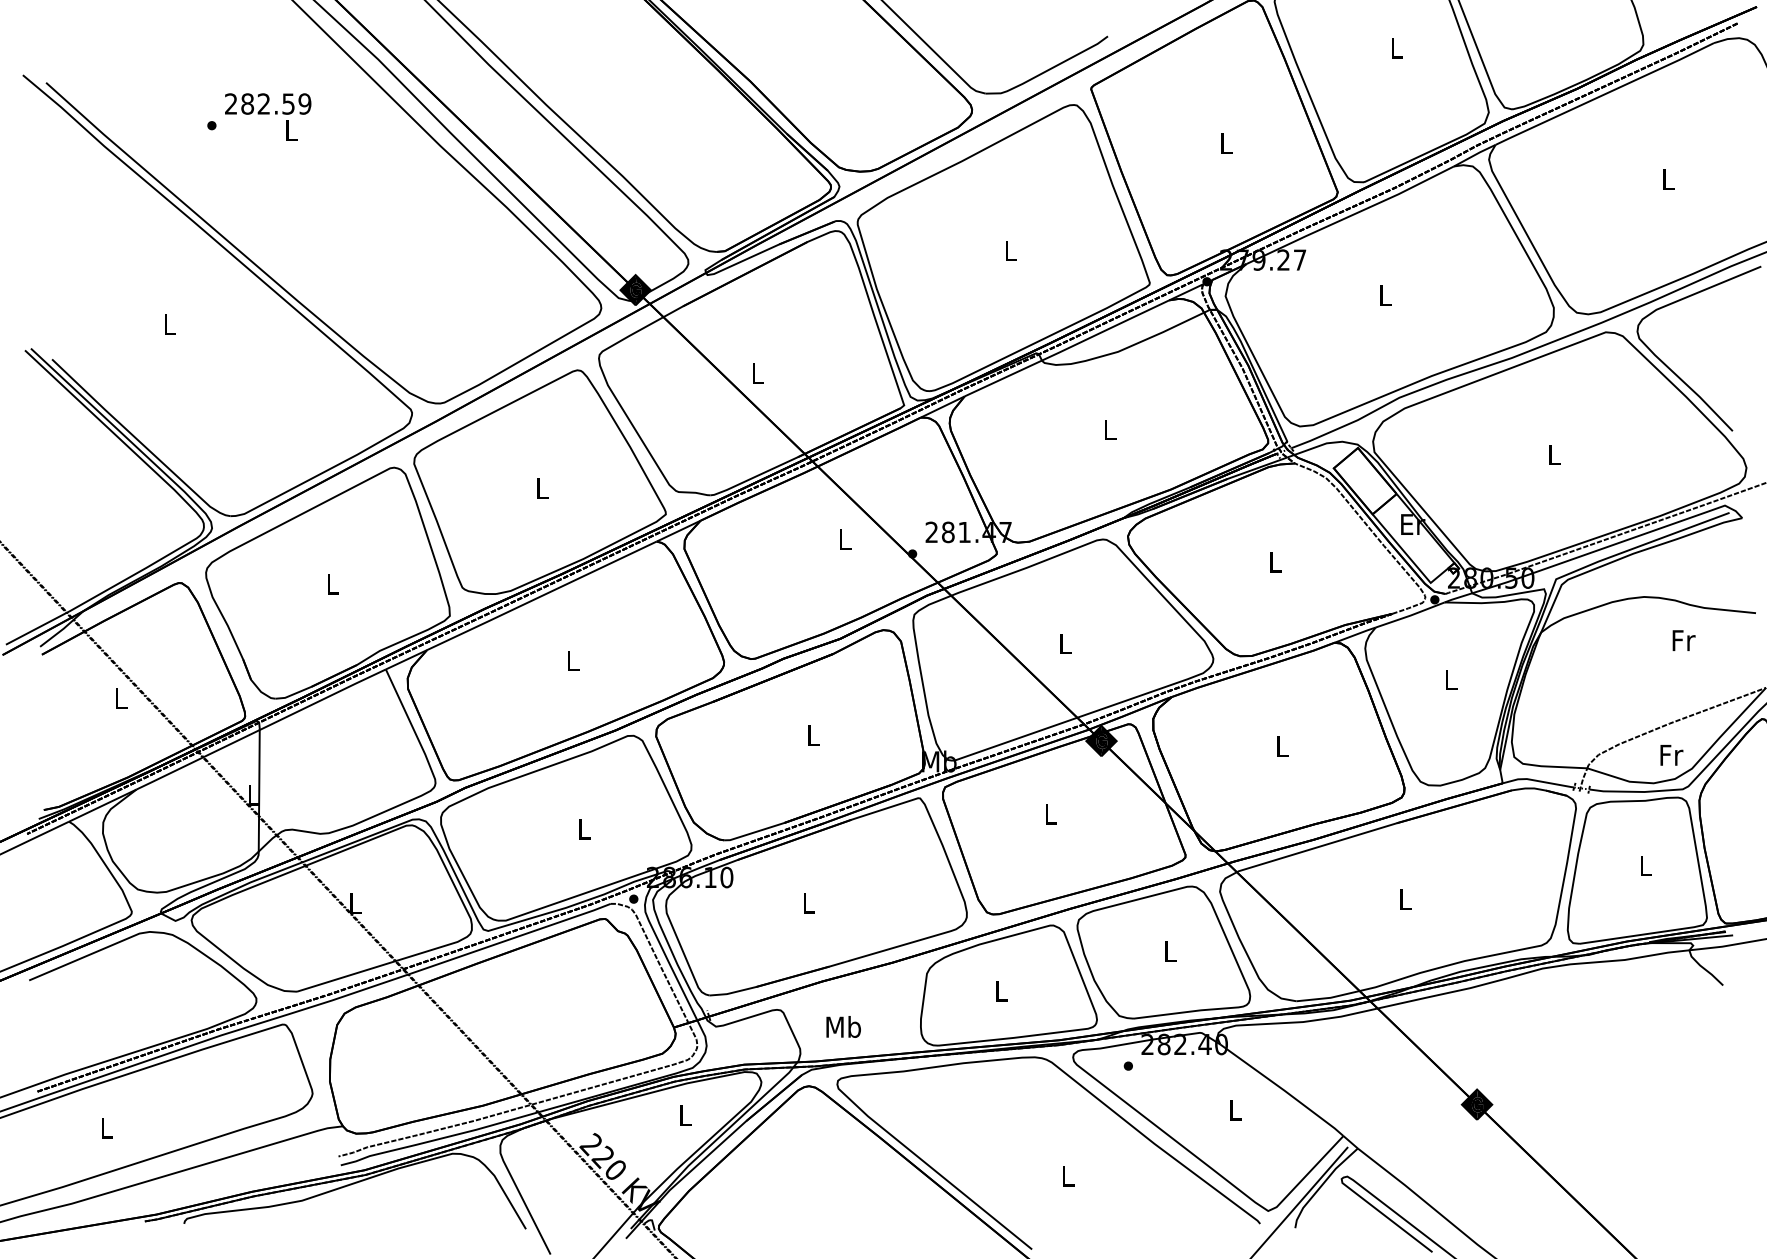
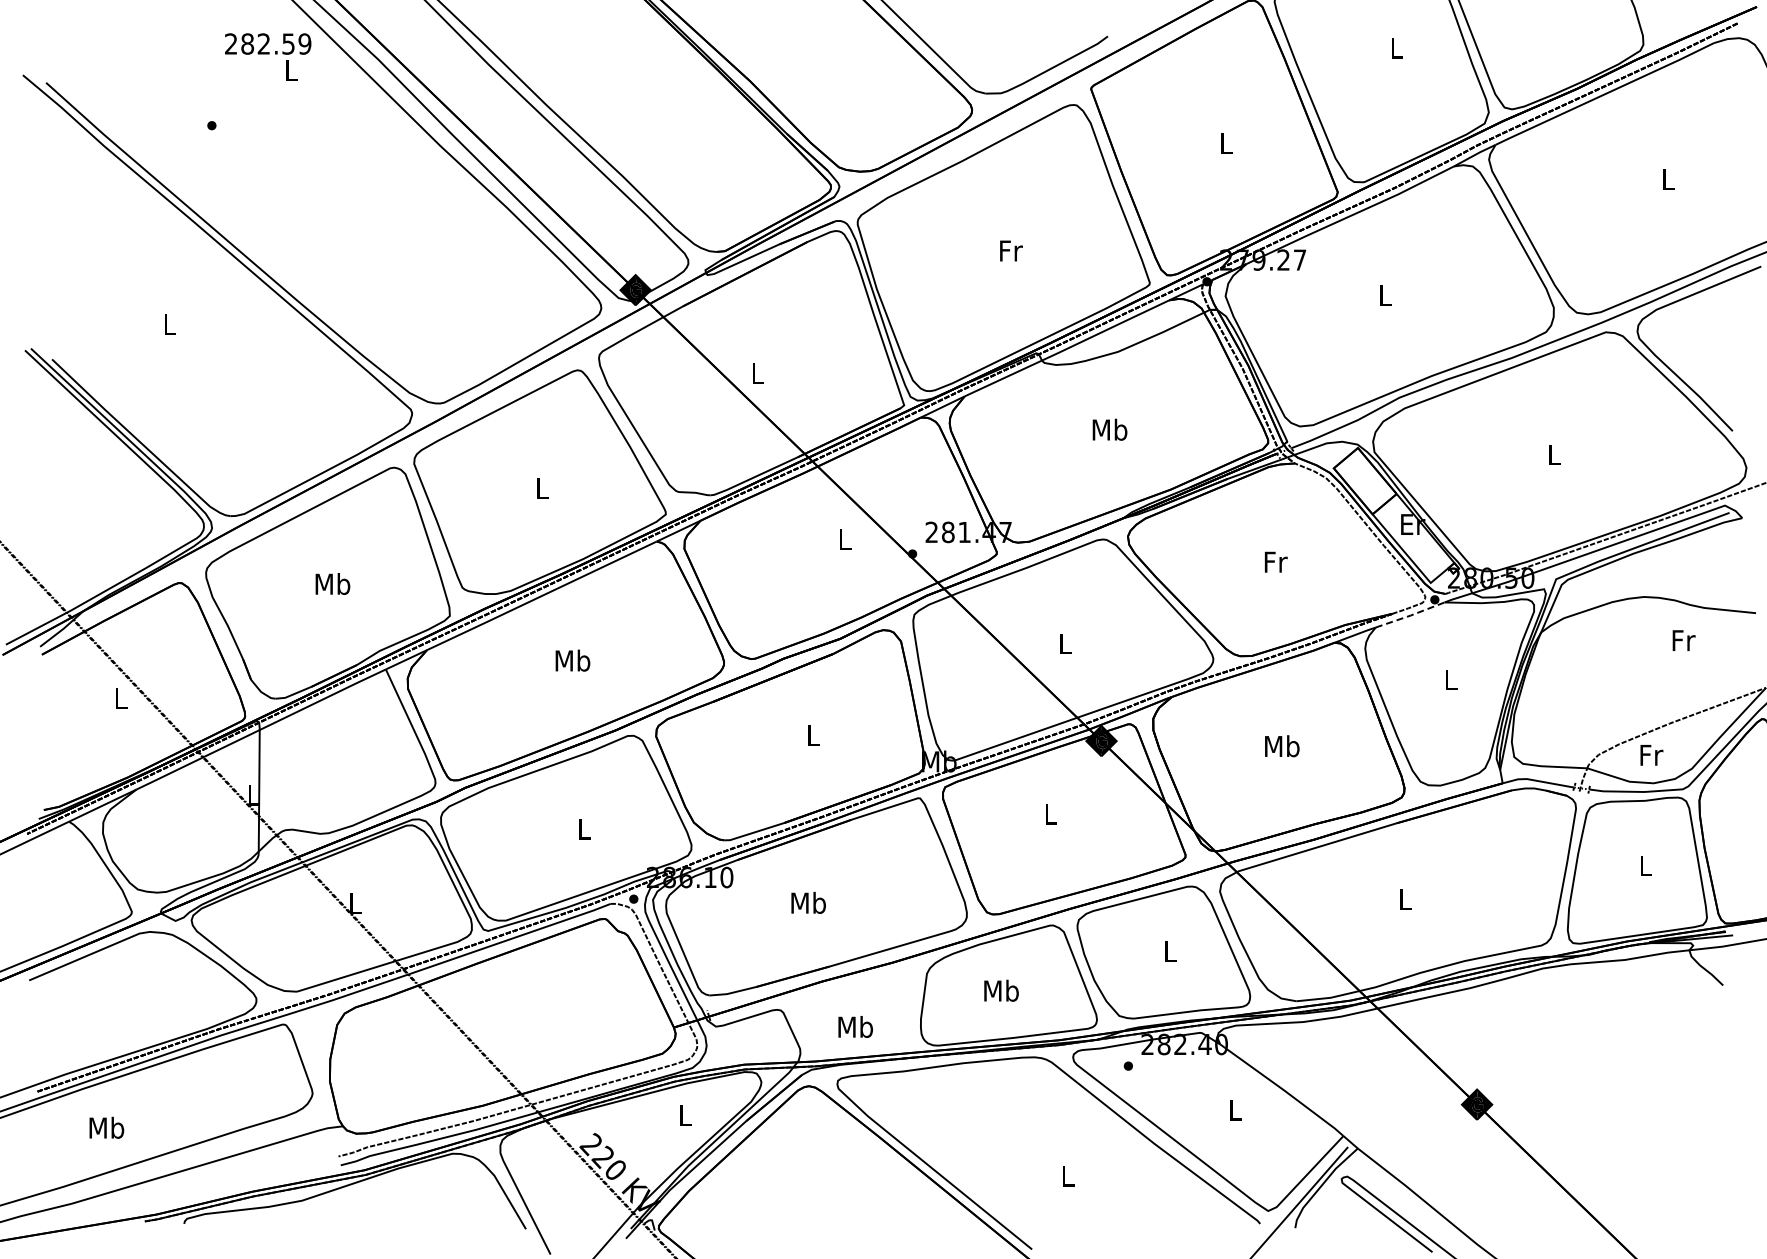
text at (268, 116) position: (268, 116) -> (268, 56)
text at (1011, 250): L -> Fr
text at (1109, 429): L -> Mb
text at (1275, 561): L -> Fr
text at (332, 584): L -> Mb
line at (1410, 615): solid -> dashed
text at (572, 660): L -> Mb
text at (1282, 746): L -> Mb
text at (1671, 755) position: (1671, 755) -> (1651, 755)
text at (808, 902): L -> Mb
text at (1001, 990): L -> Mb
text at (843, 1026) position: (843, 1026) -> (855, 1026)
text at (106, 1127): L -> Mb
